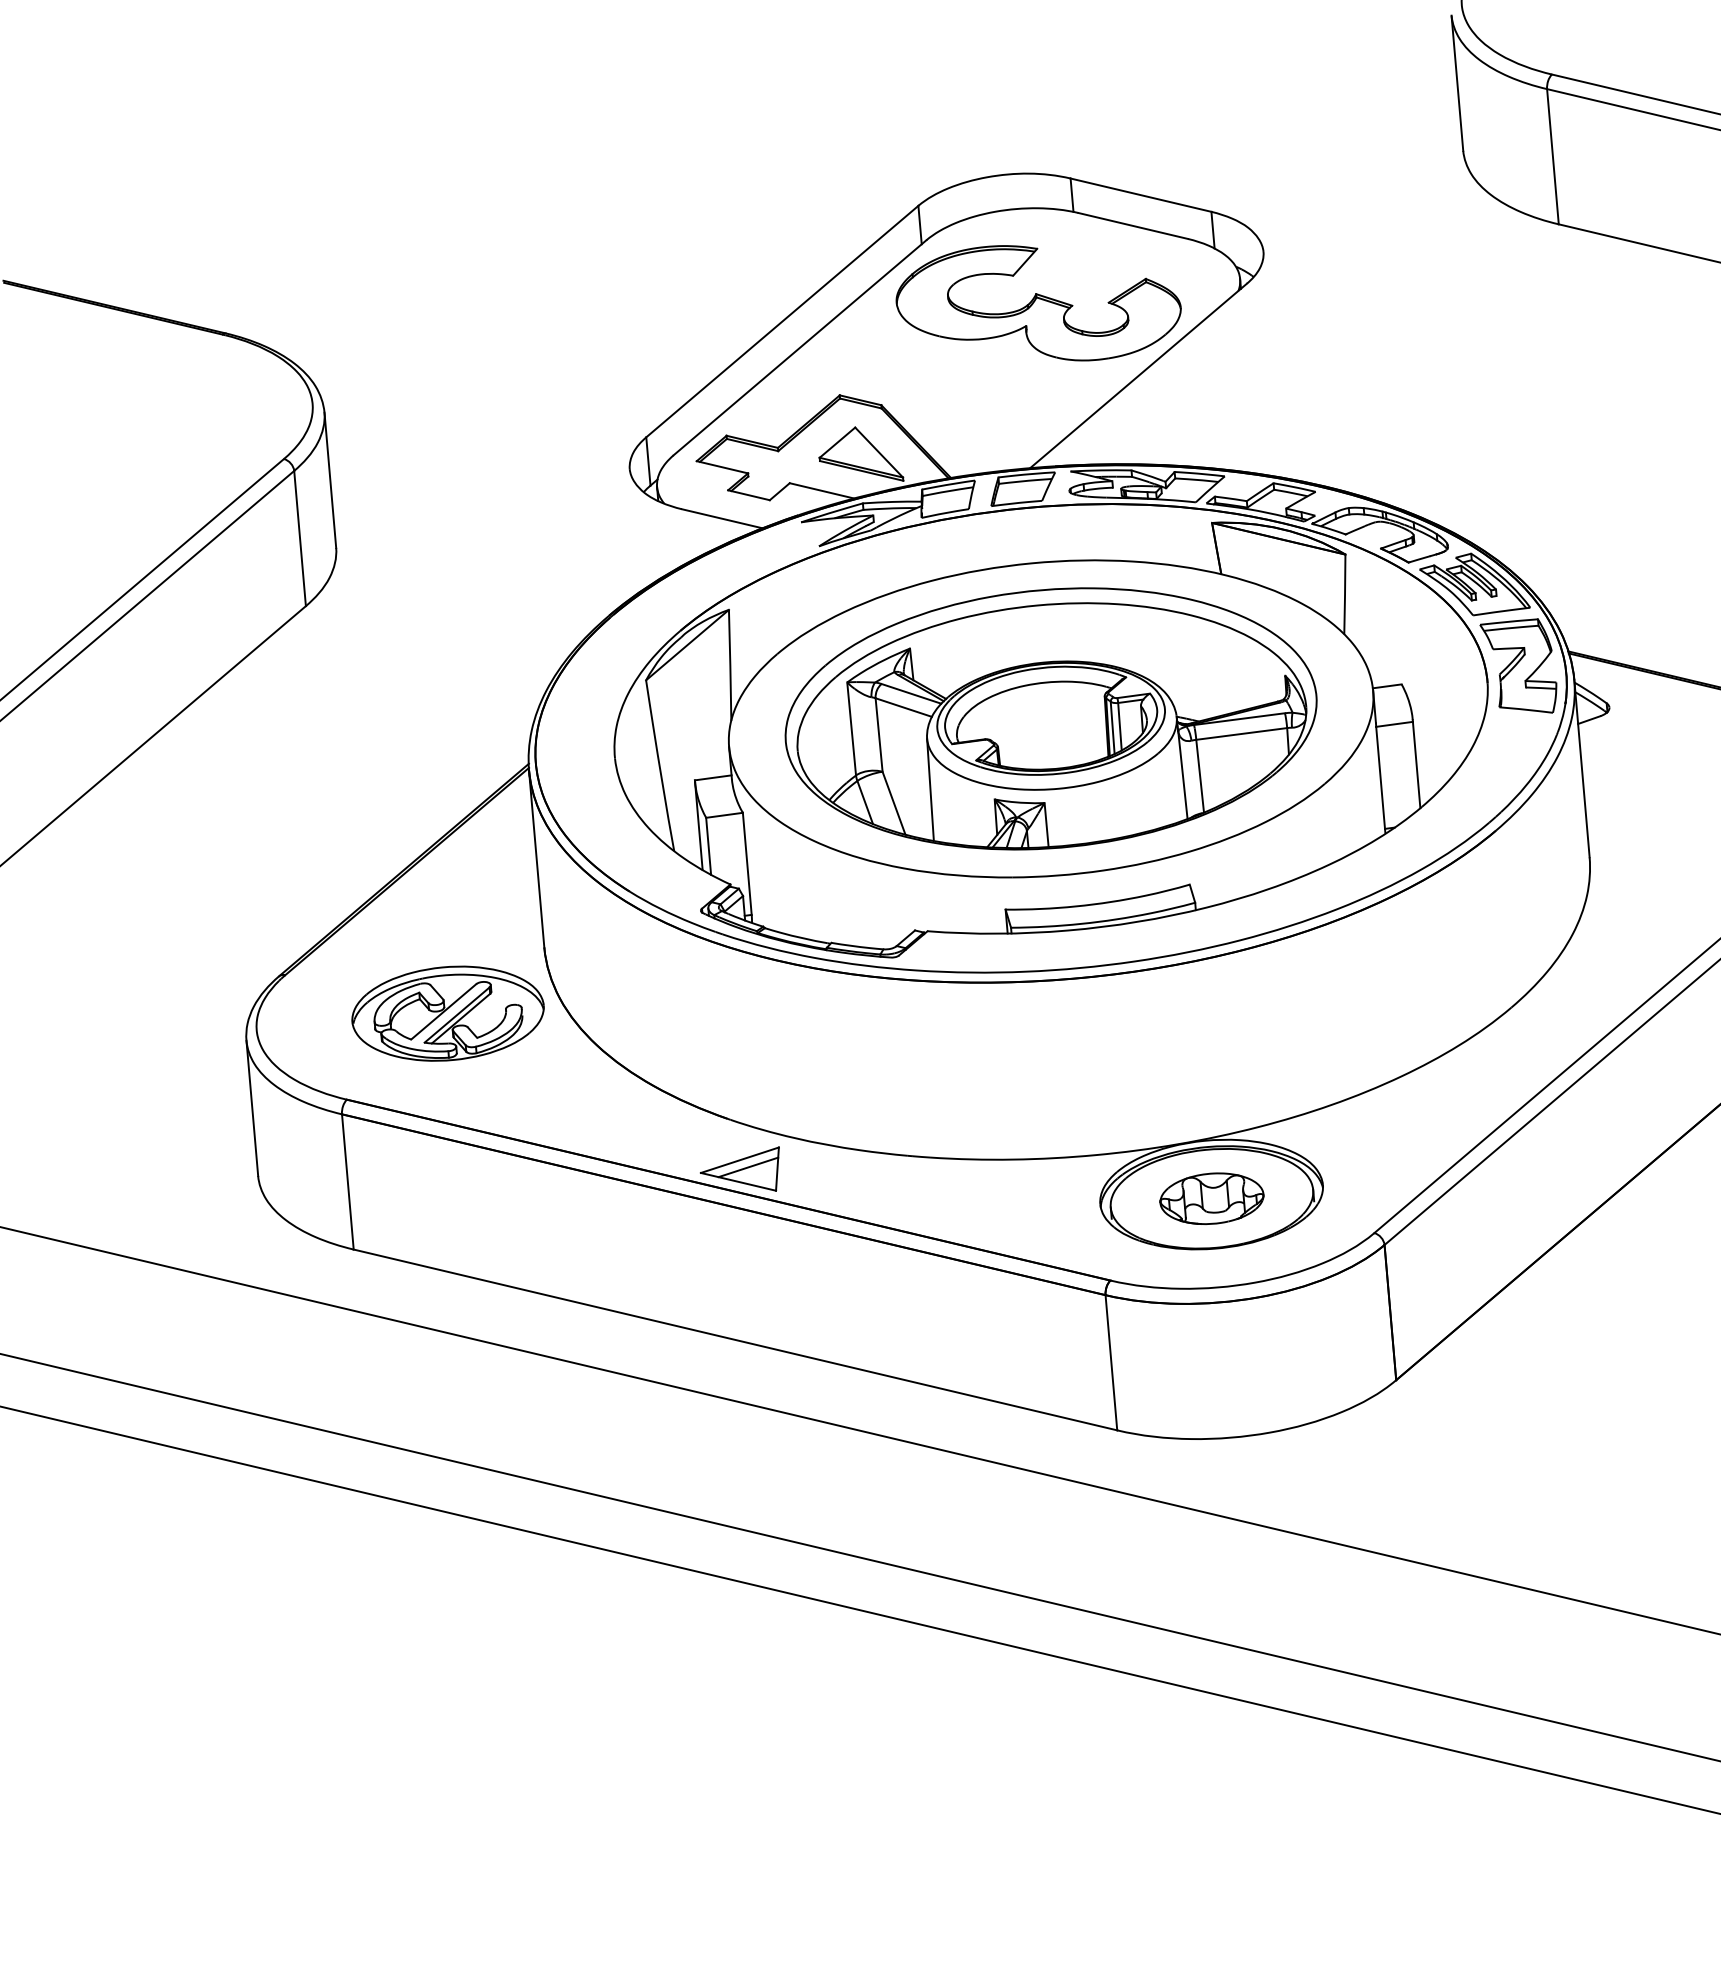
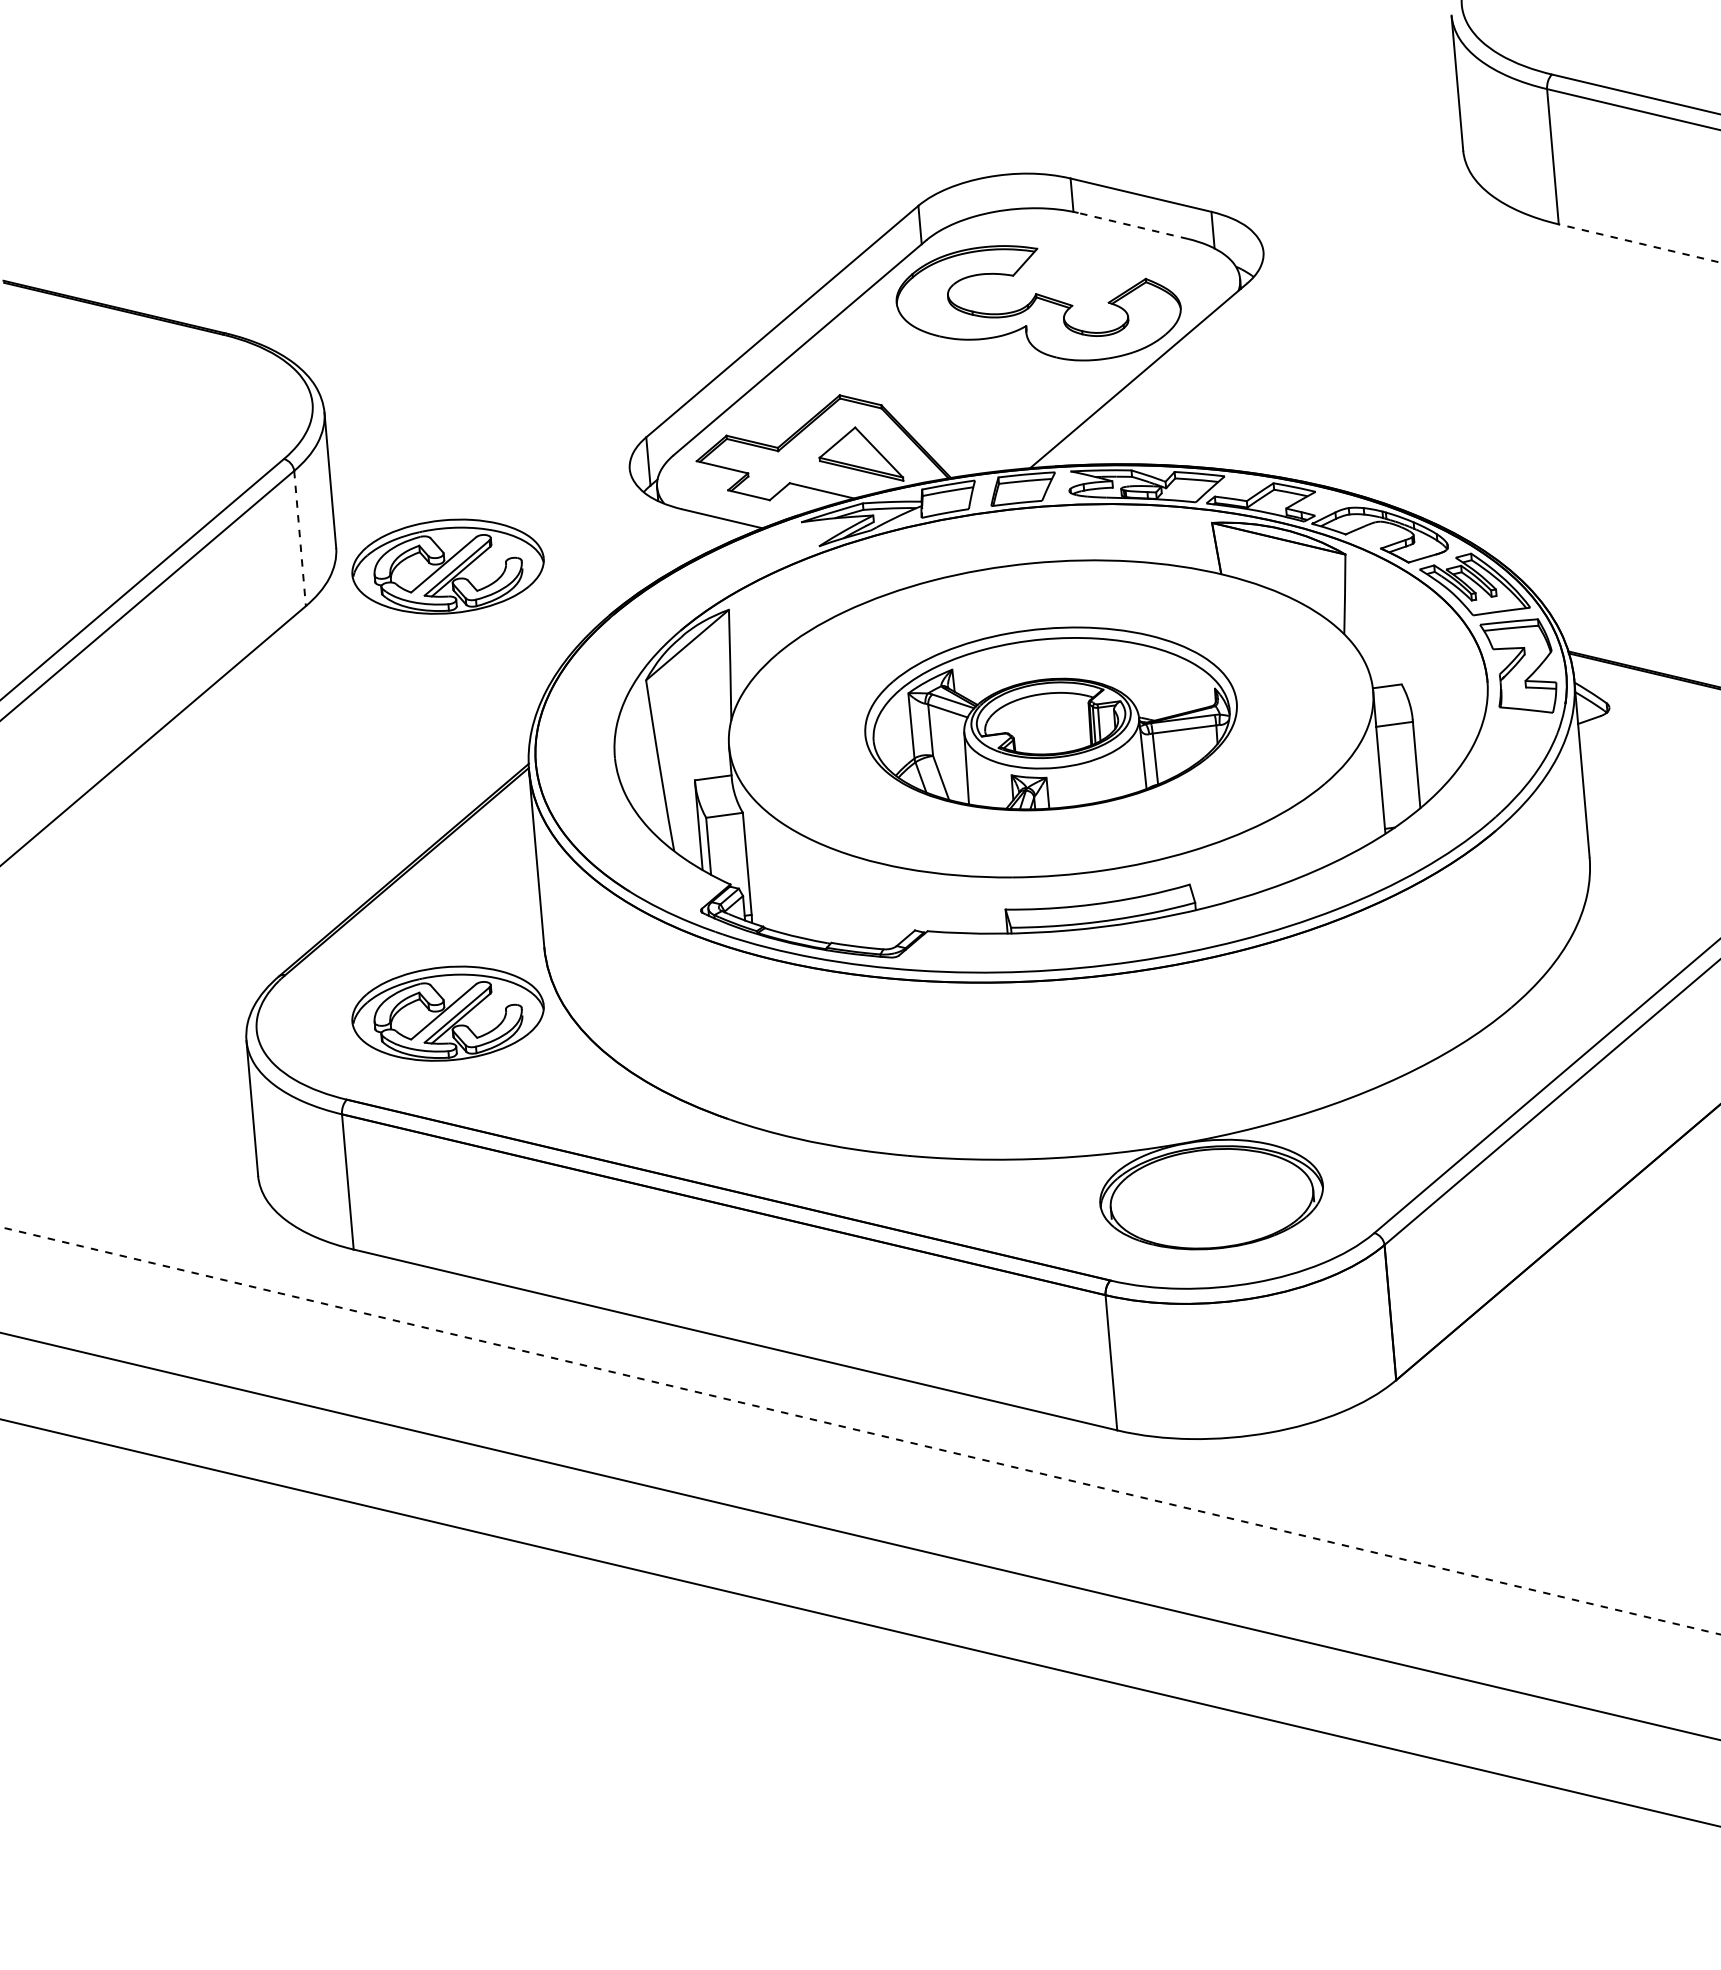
line at (1132, 225): solid -> dashed
line at (1639, 243): solid -> dashed
line at (300, 538): solid -> dashed
part at (447, 566): none -> present
part at (1050, 718) size: 534x264 px -> 374x186 px
part at (739, 1168): present -> none
part at (1211, 1198): present -> none
line at (860, 1430): solid -> dashed
line at (859, 1557) position: (859, 1557) -> (859, 1536)
line at (859, 1610) position: (859, 1610) -> (859, 1622)
